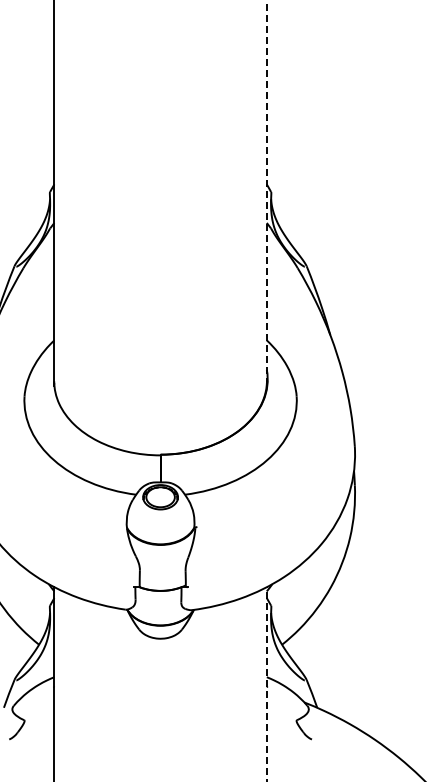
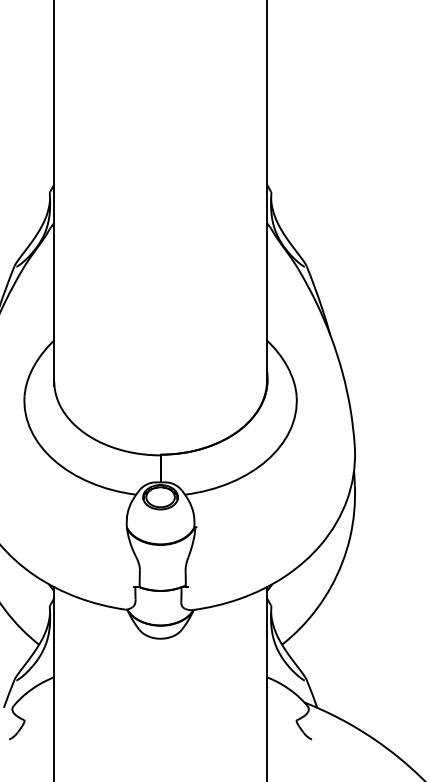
line at (266, 191): dashed -> solid
line at (266, 684): dashed -> solid
